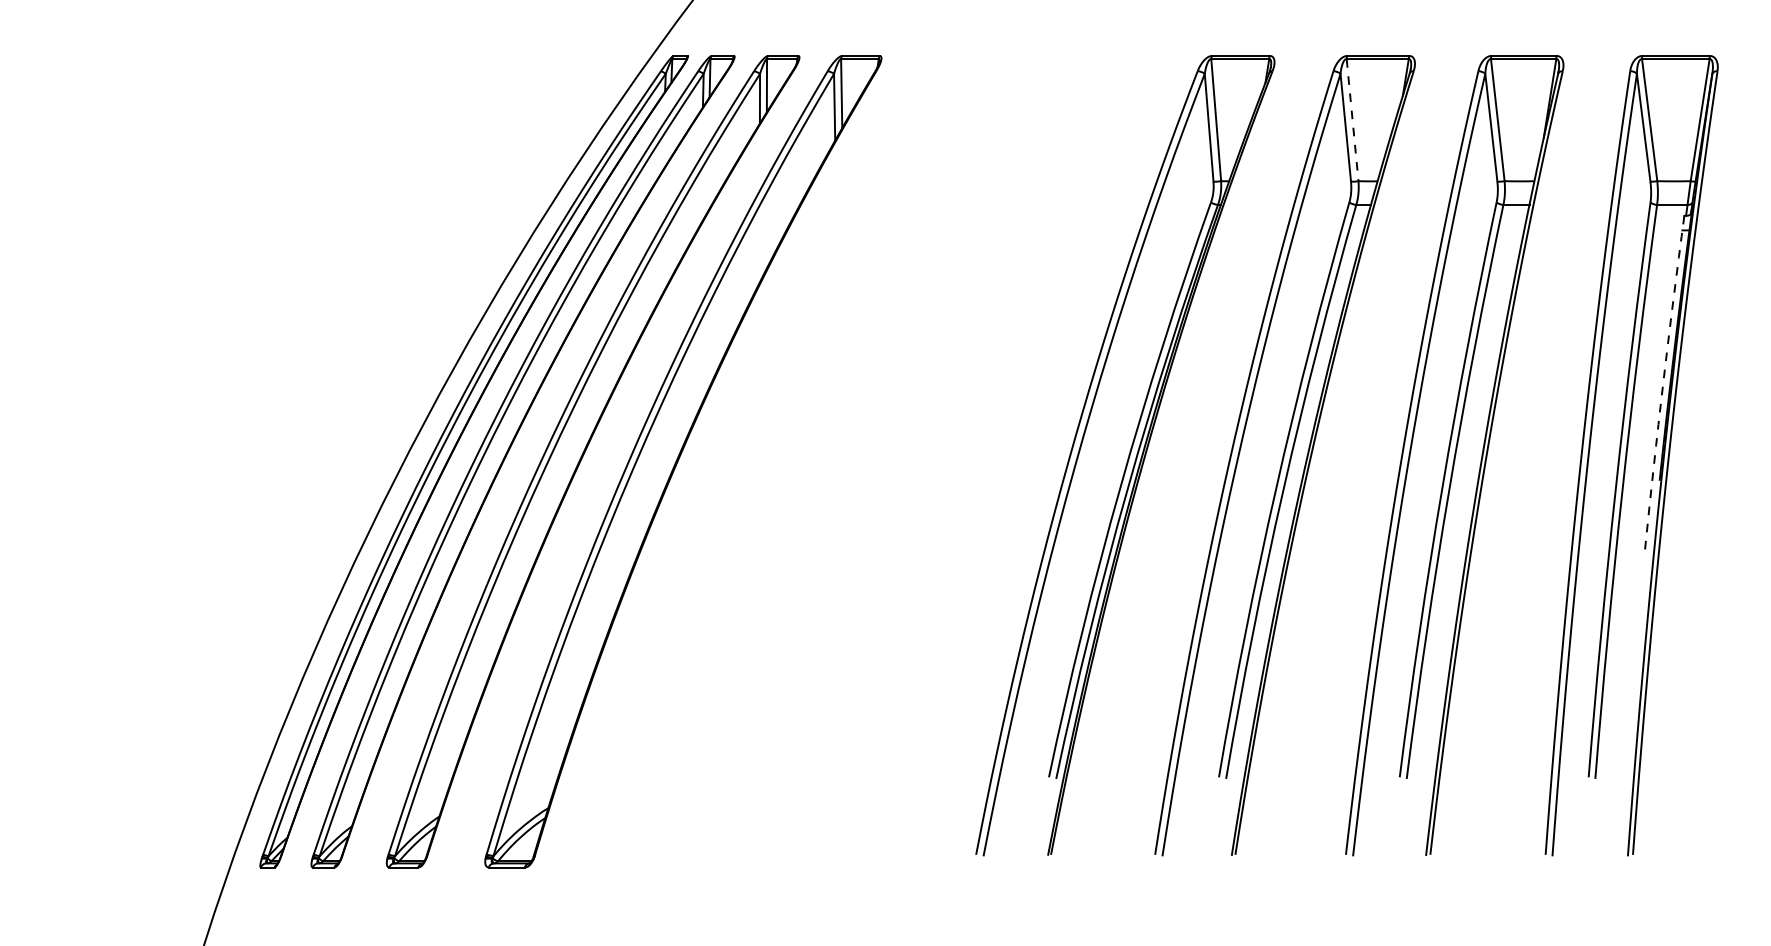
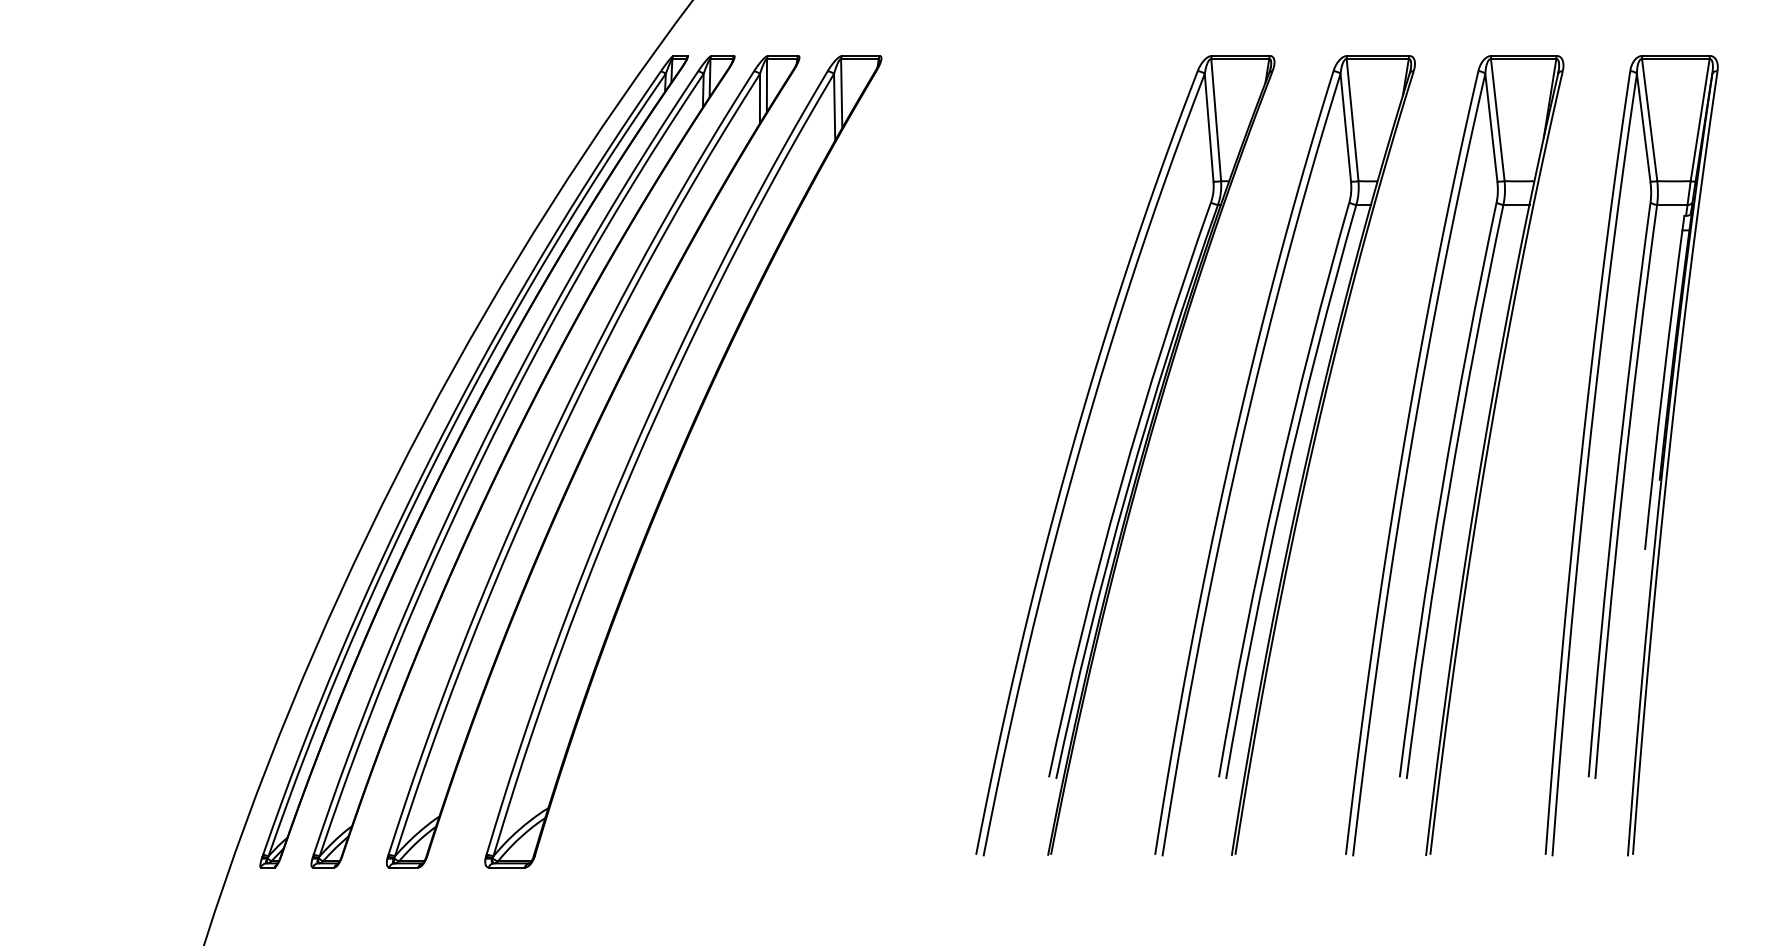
line at (1352, 120): dashed -> solid
arc at (1663, 382): dashed -> solid
